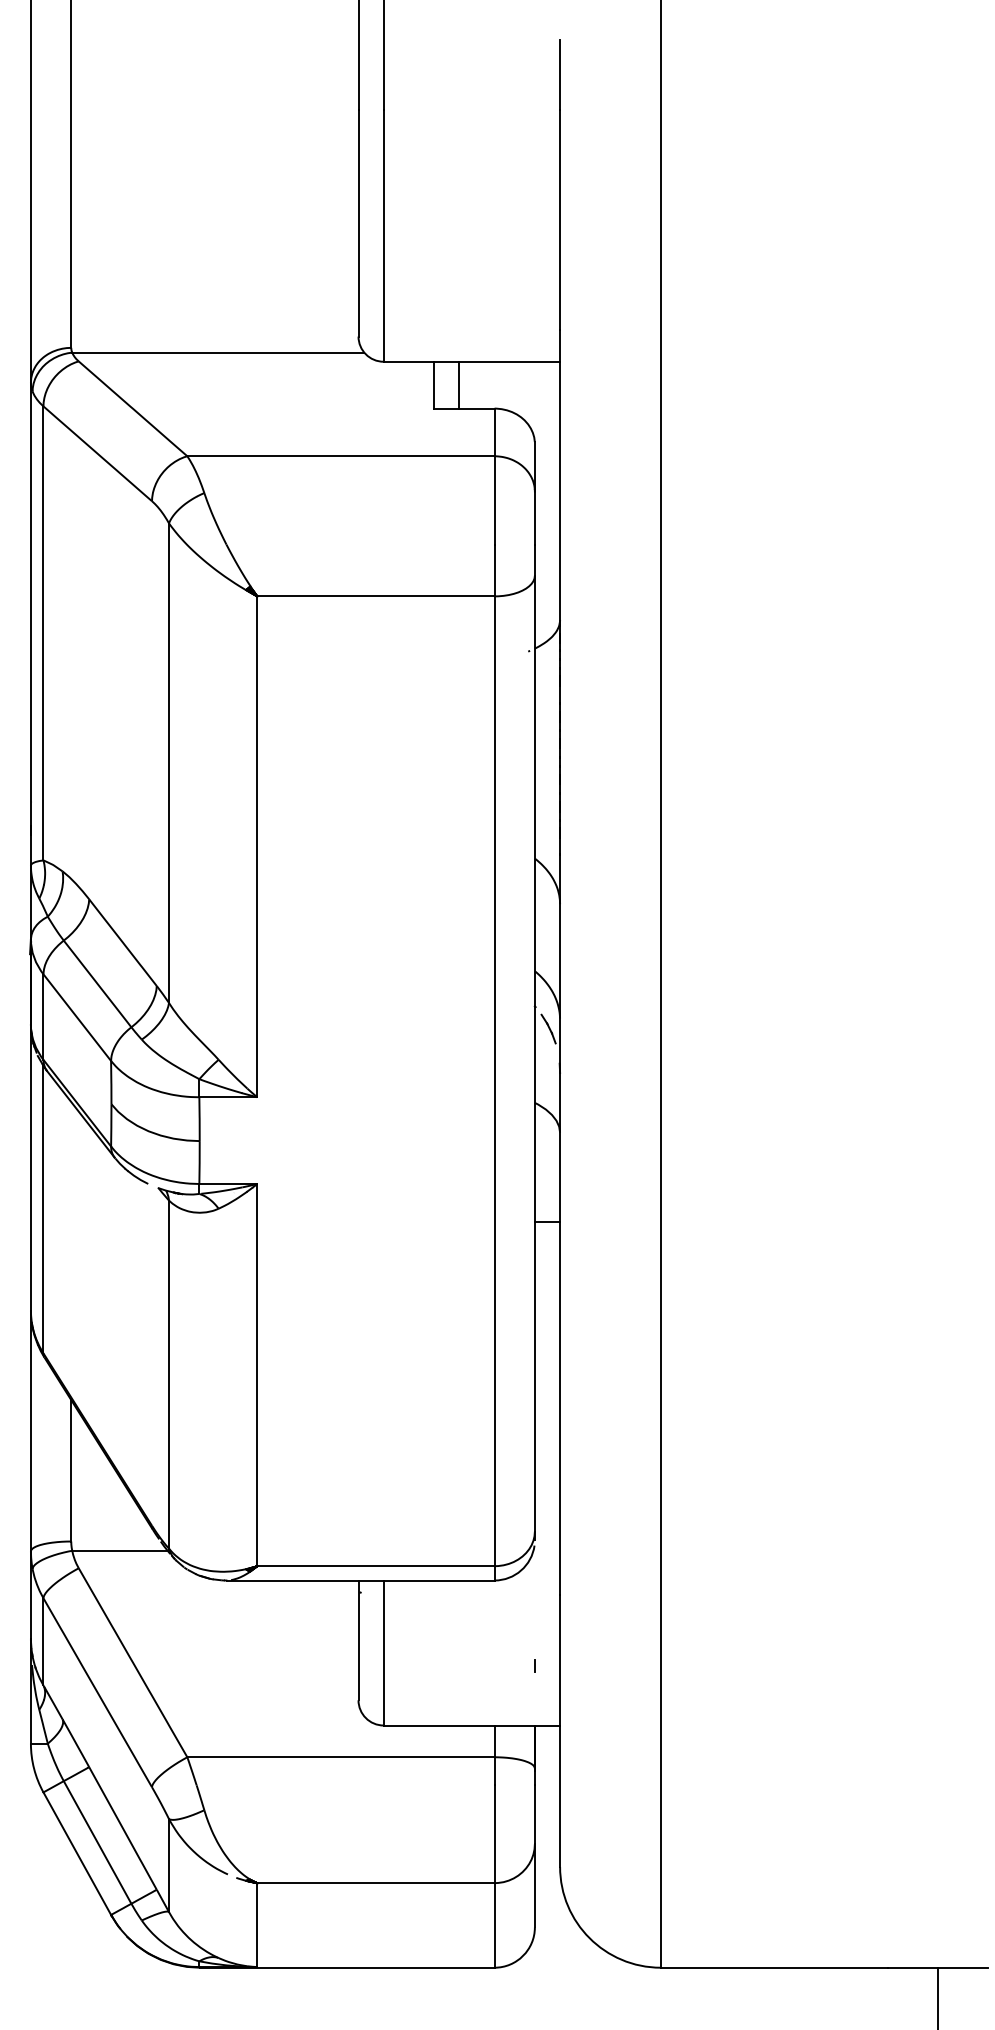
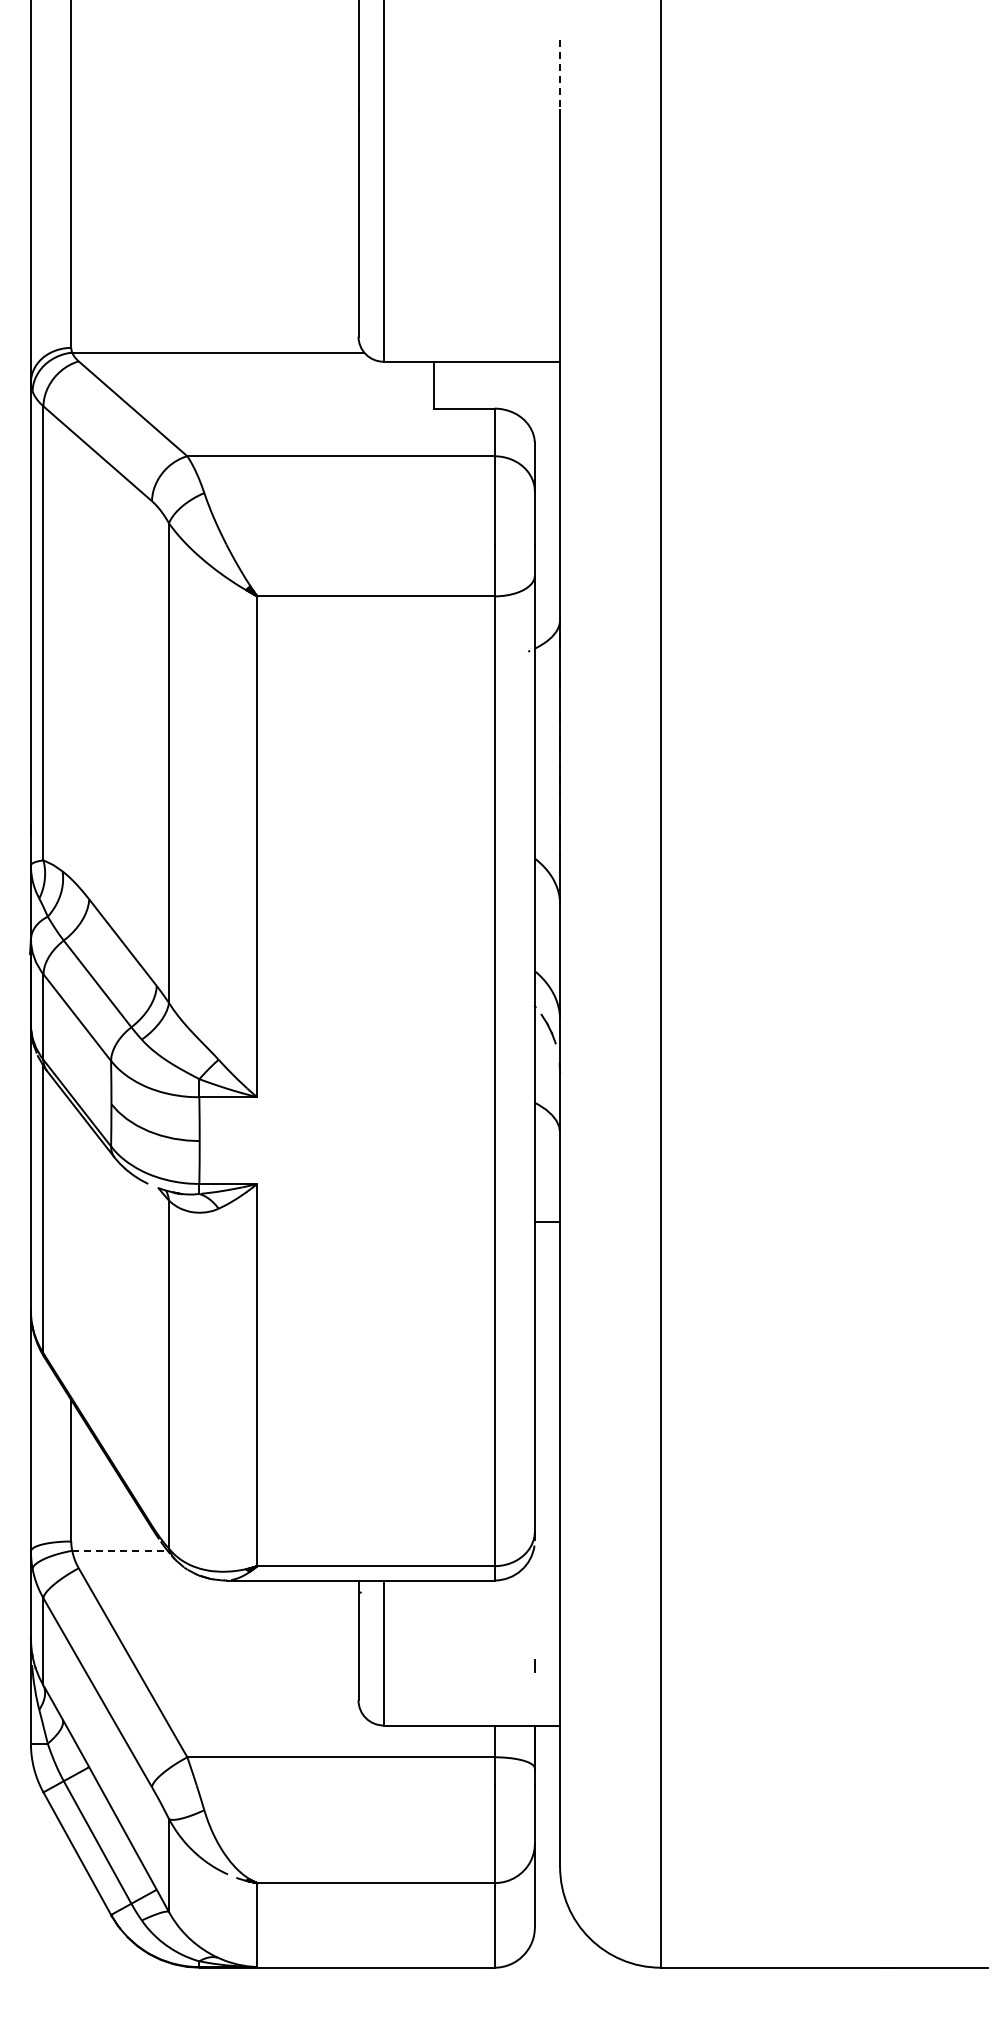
line at (560, 74): solid -> dashed
line at (459, 384): present -> none
line at (119, 1550): solid -> dashed
line at (938, 1996): present -> none
